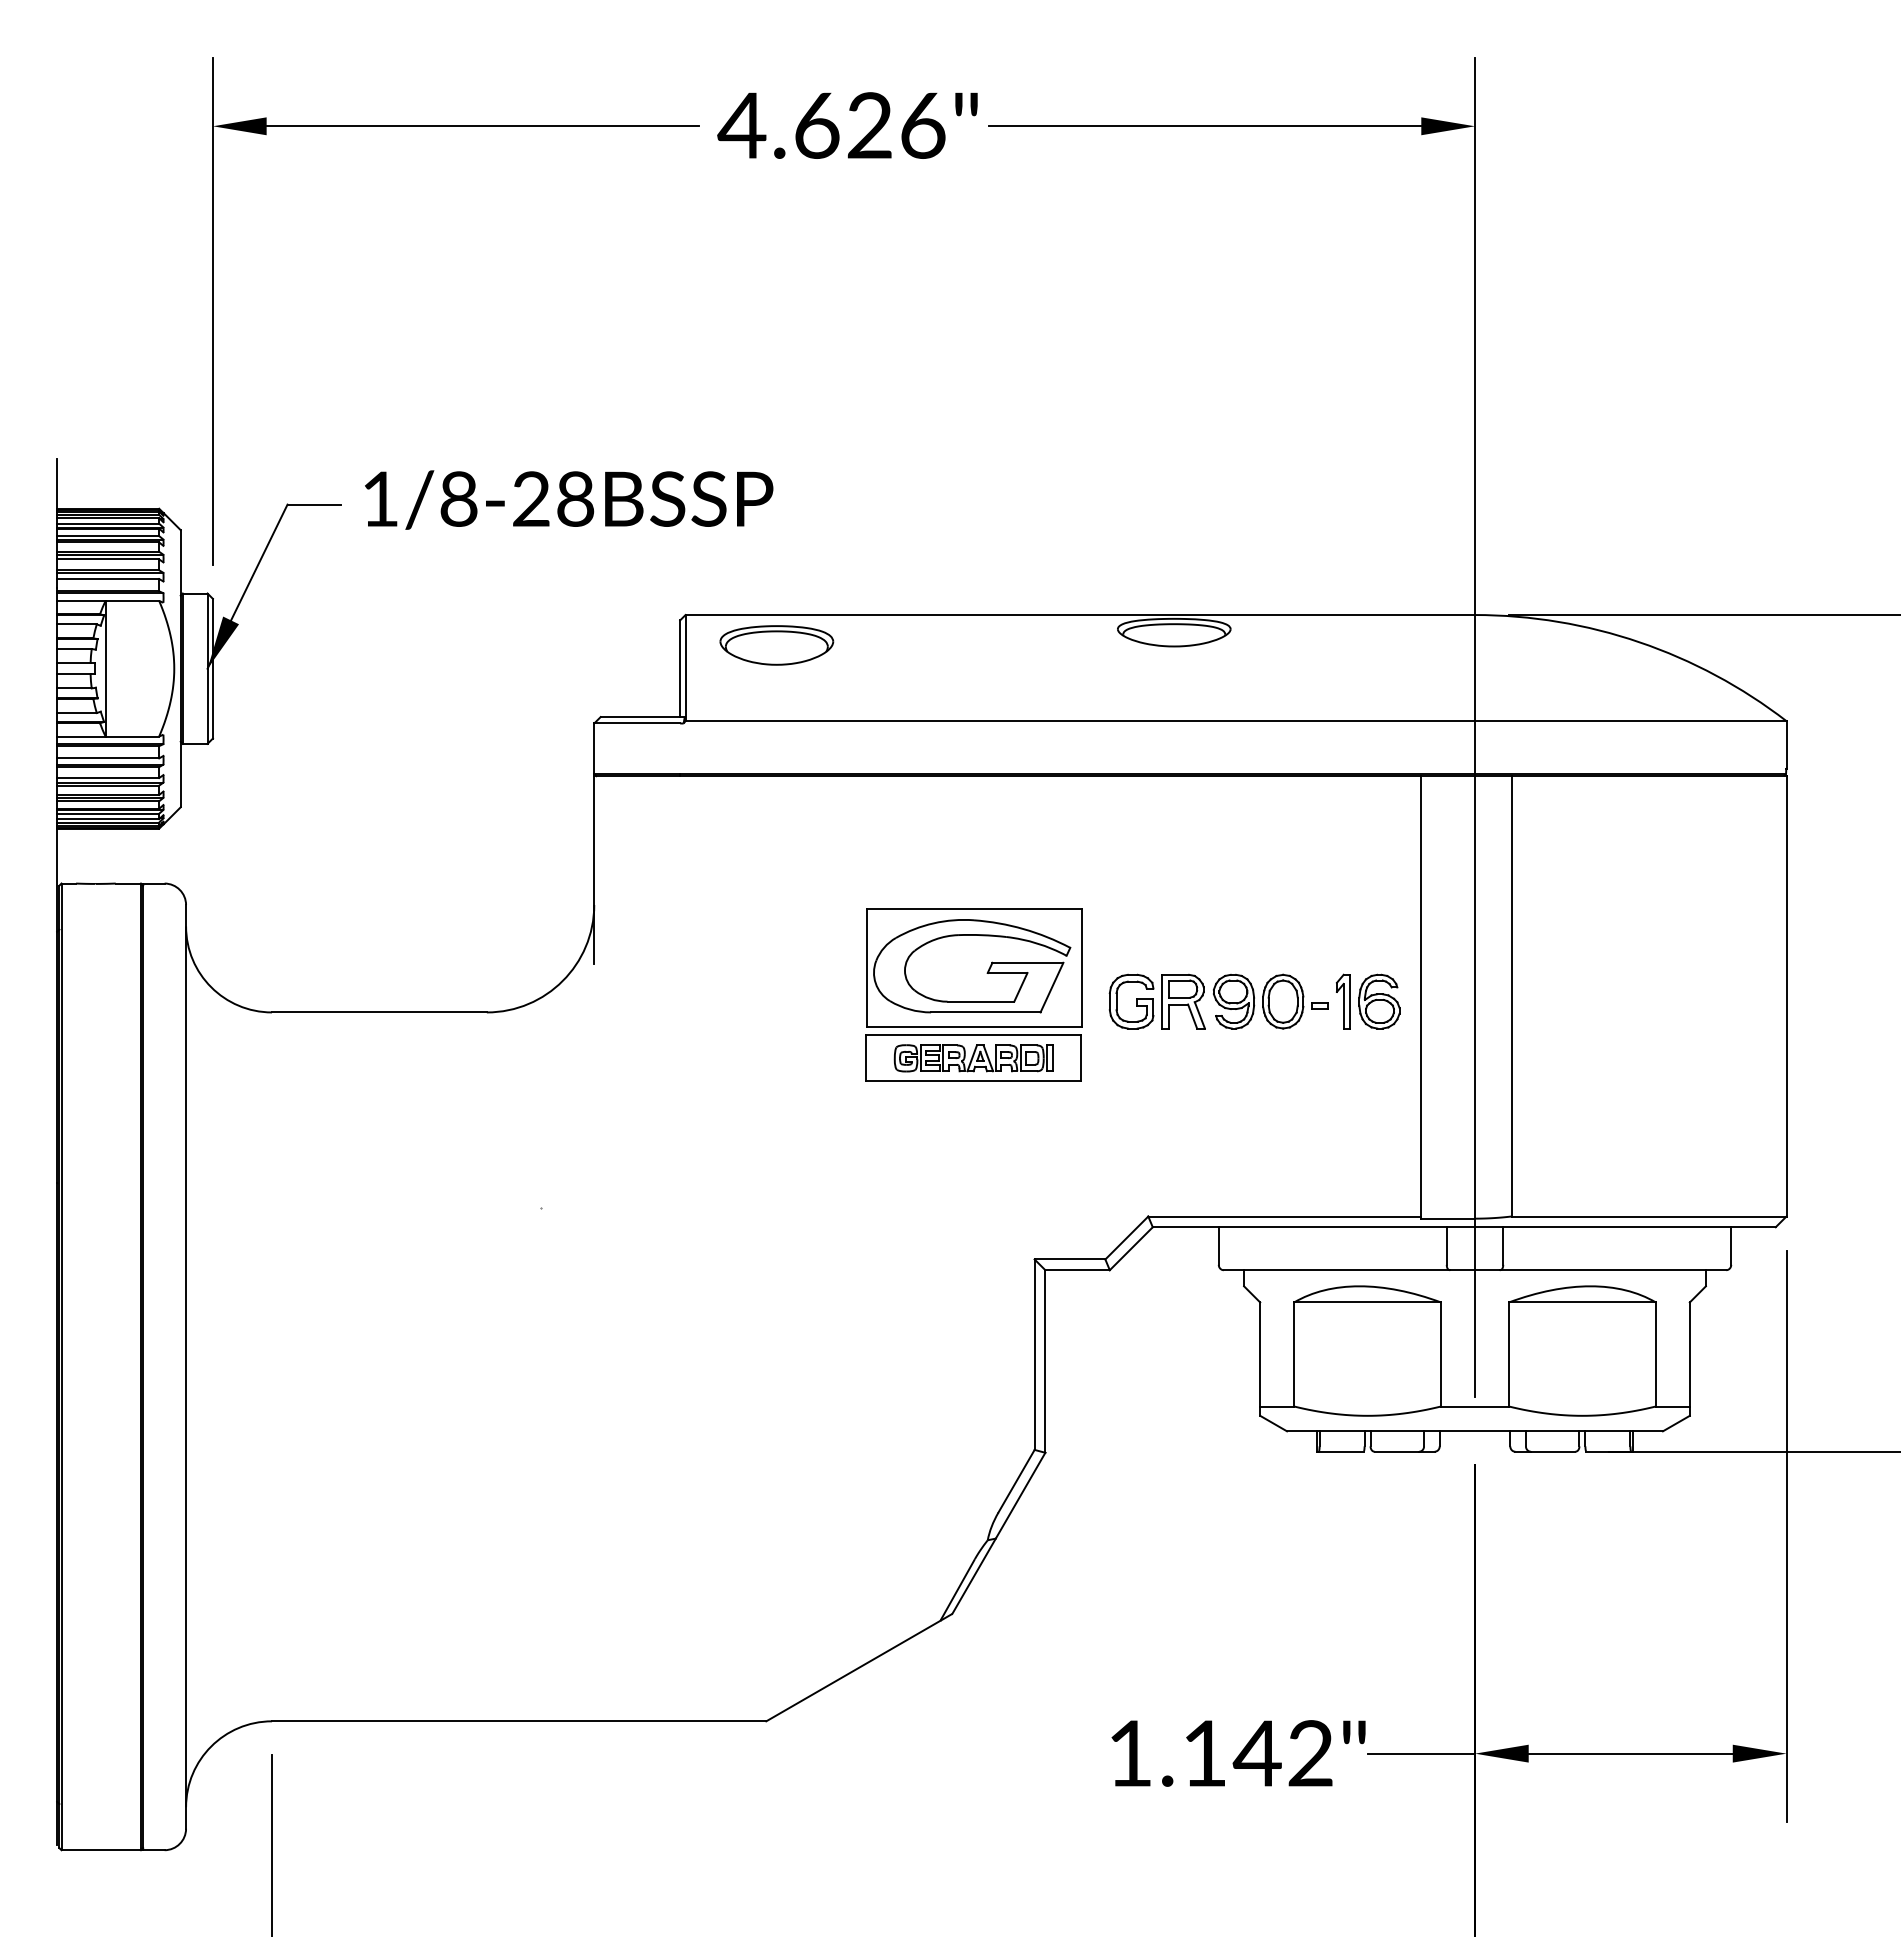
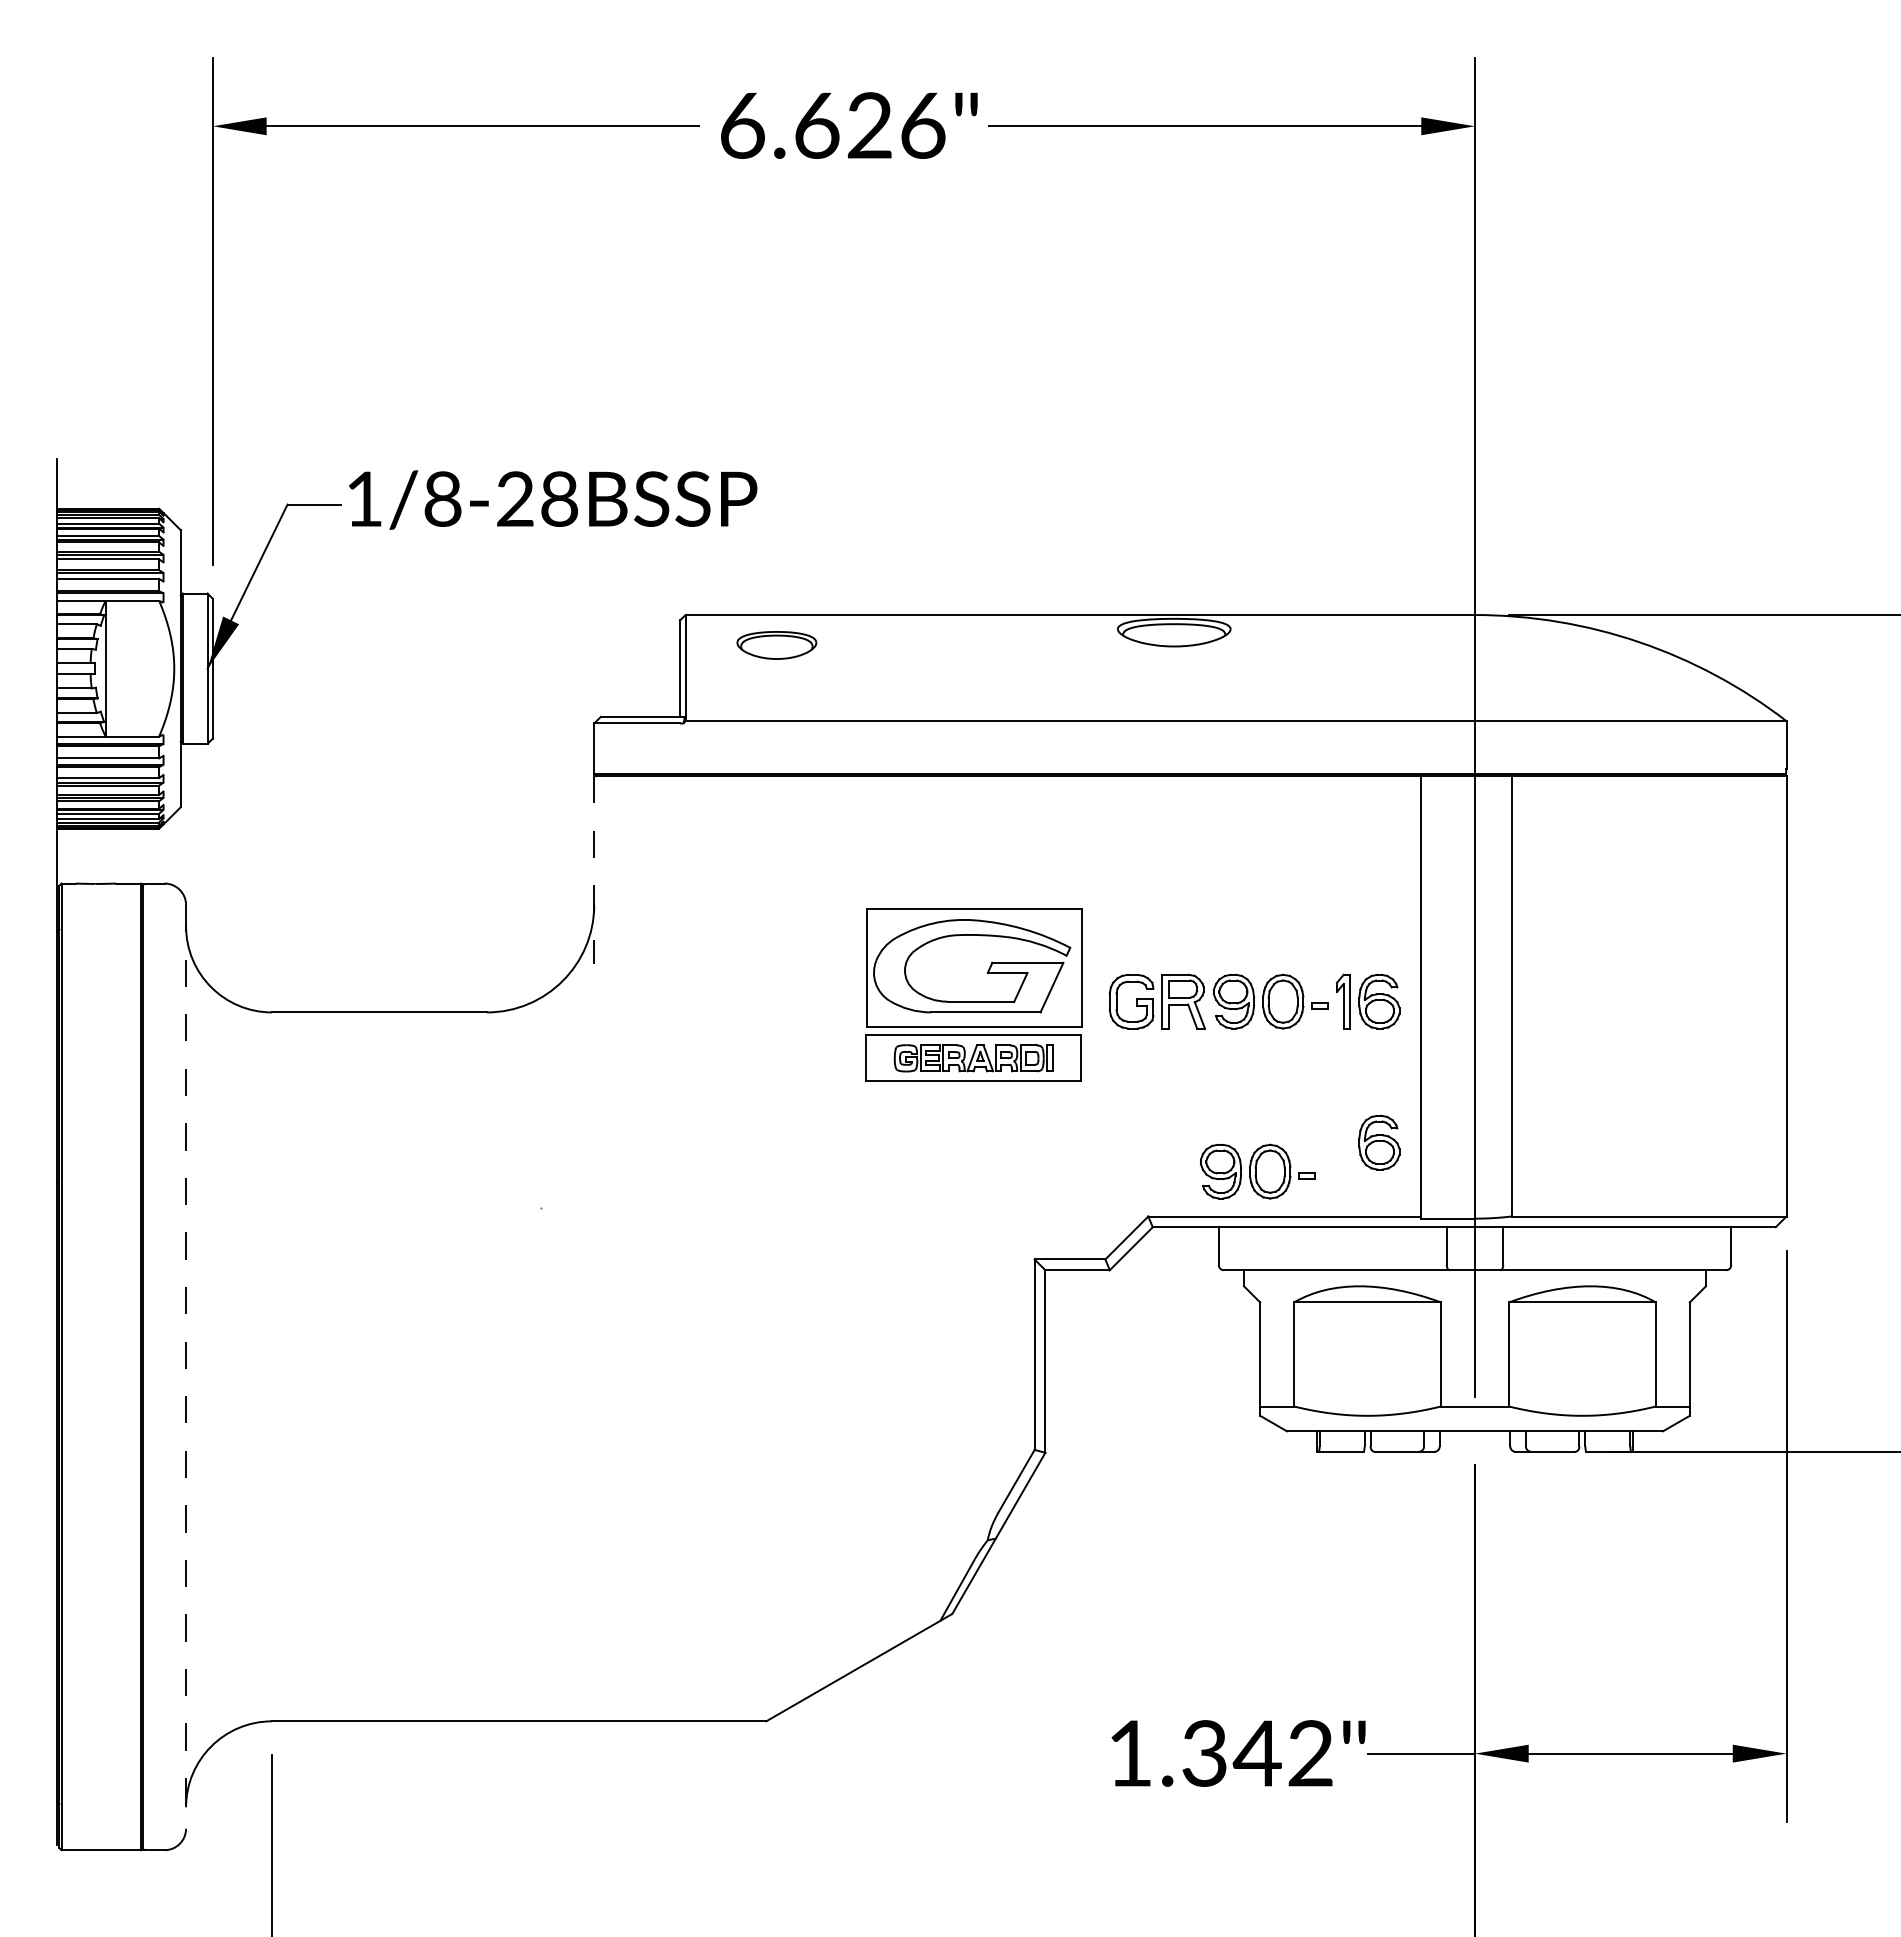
text at (741, 125): 4.626" -> 6.626"
text at (569, 499) position: (569, 499) -> (553, 499)
part at (776, 645) size: 116x41 px -> 82x29 px
line at (594, 869): solid -> dashed
part at (1379, 1142): none -> present
part at (1257, 1171): none -> present
line at (186, 1366): solid -> dashed
text at (1204, 1753): 1.142" -> 1.342"
